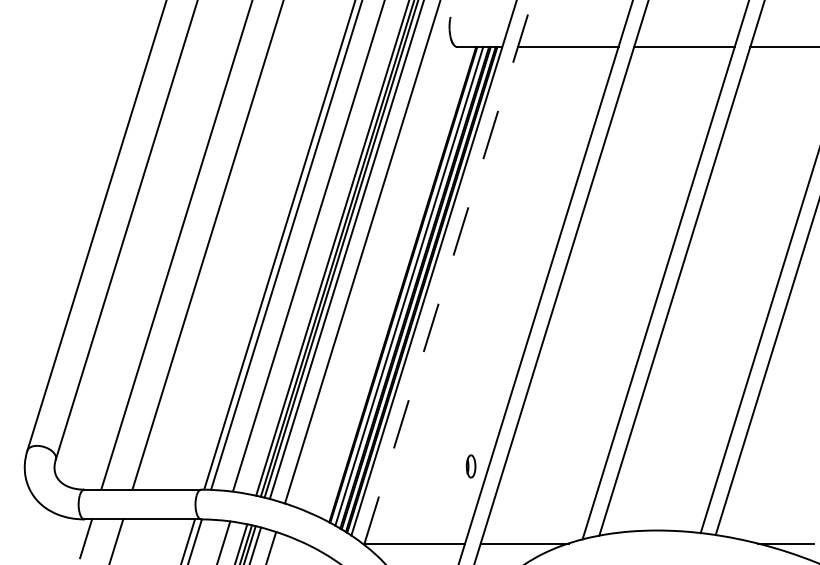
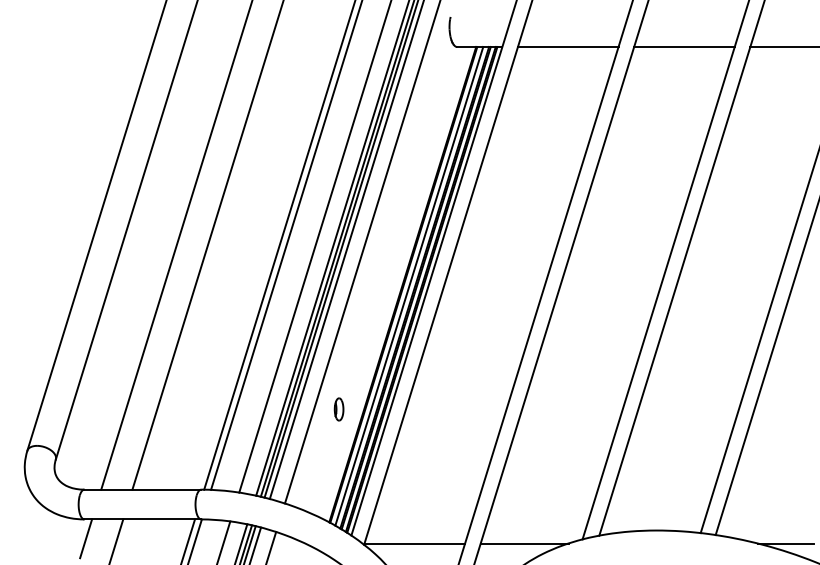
line at (308, 246) position: (308, 246) -> (314, 247)
line at (448, 272): dashed -> solid
part at (470, 466) position: (470, 466) -> (338, 409)
